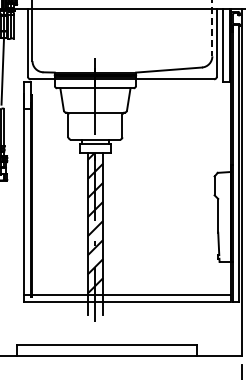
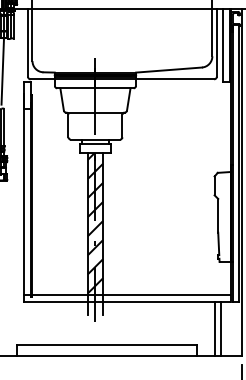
line at (212, 28): dashed -> solid
line at (214, 328): none -> present
line at (221, 328): none -> present
